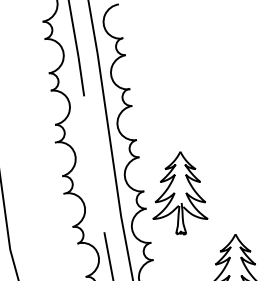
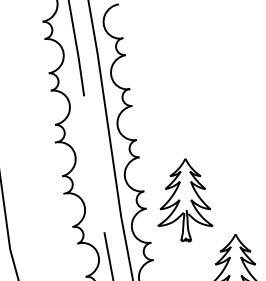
part at (180, 193) position: (180, 193) -> (185, 200)
